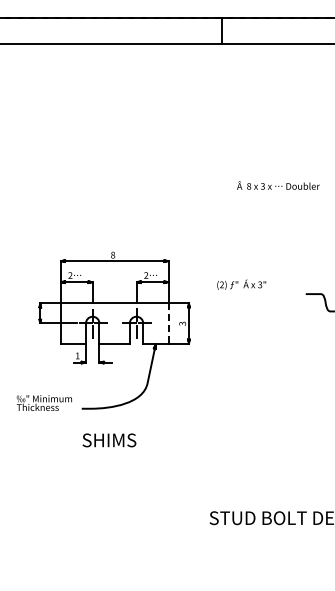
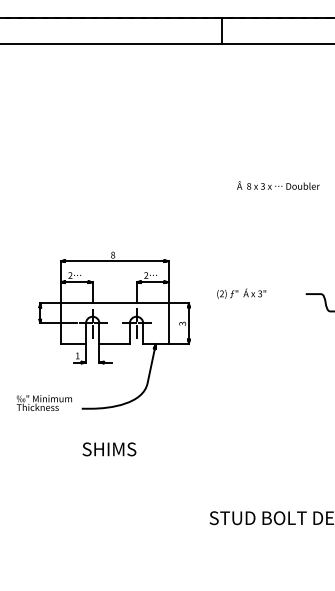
text at (241, 284) position: (241, 284) -> (241, 293)
line at (168, 323): dashed -> solid
text at (109, 440) position: (109, 440) -> (109, 449)
